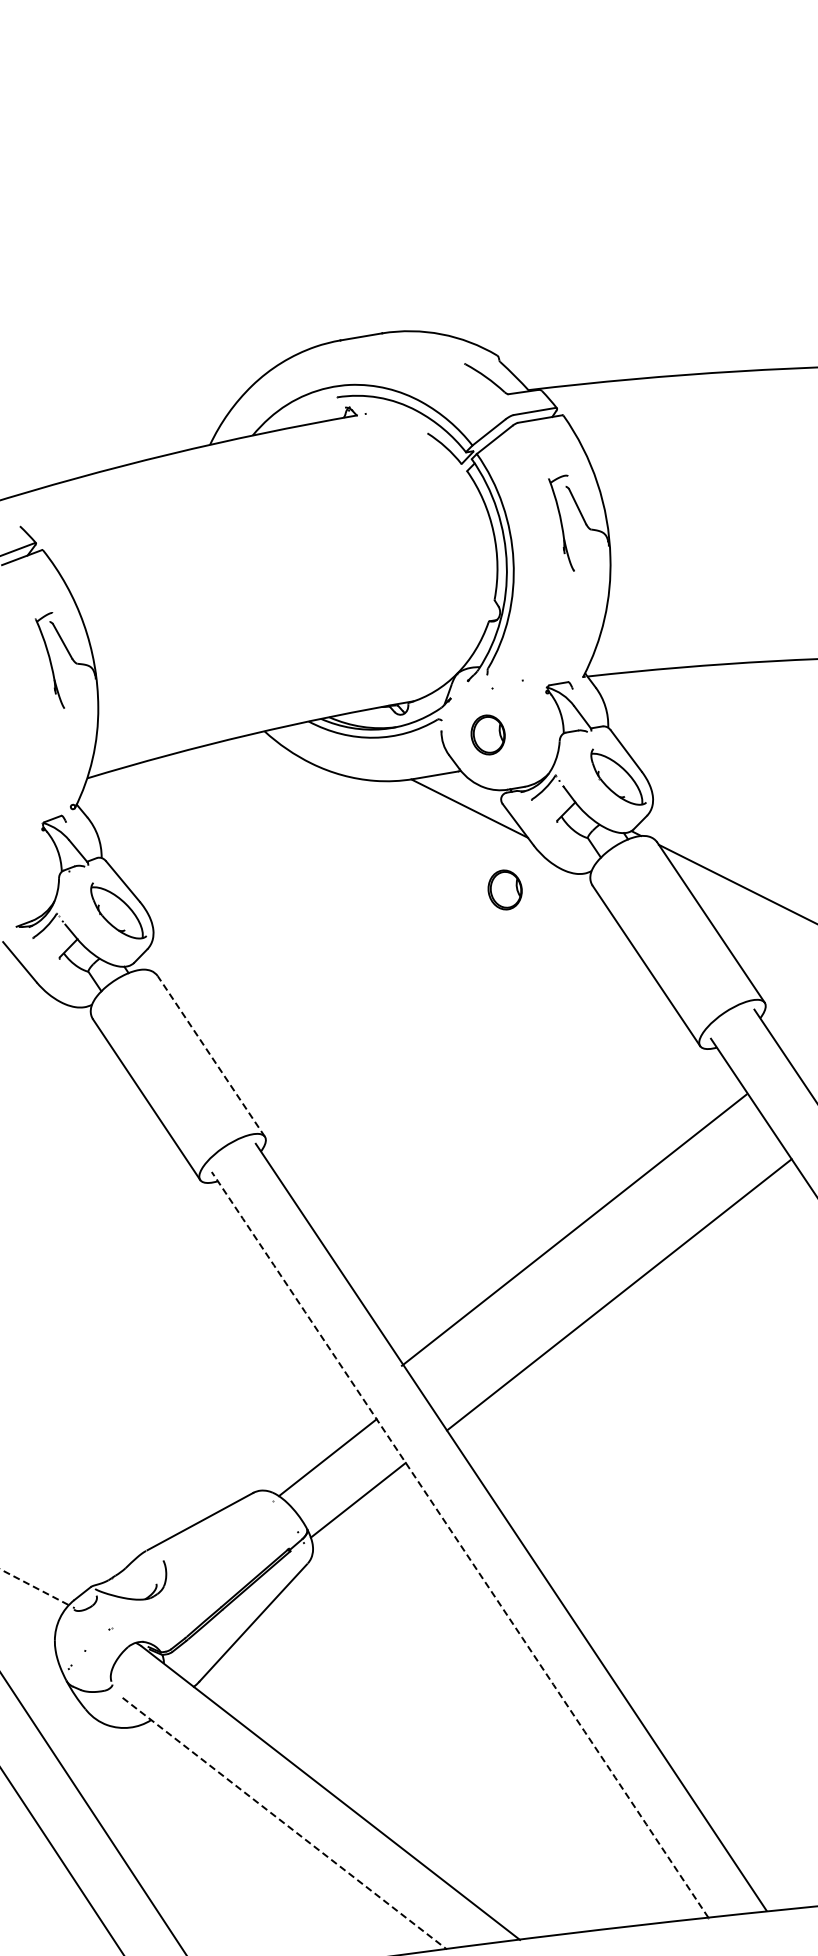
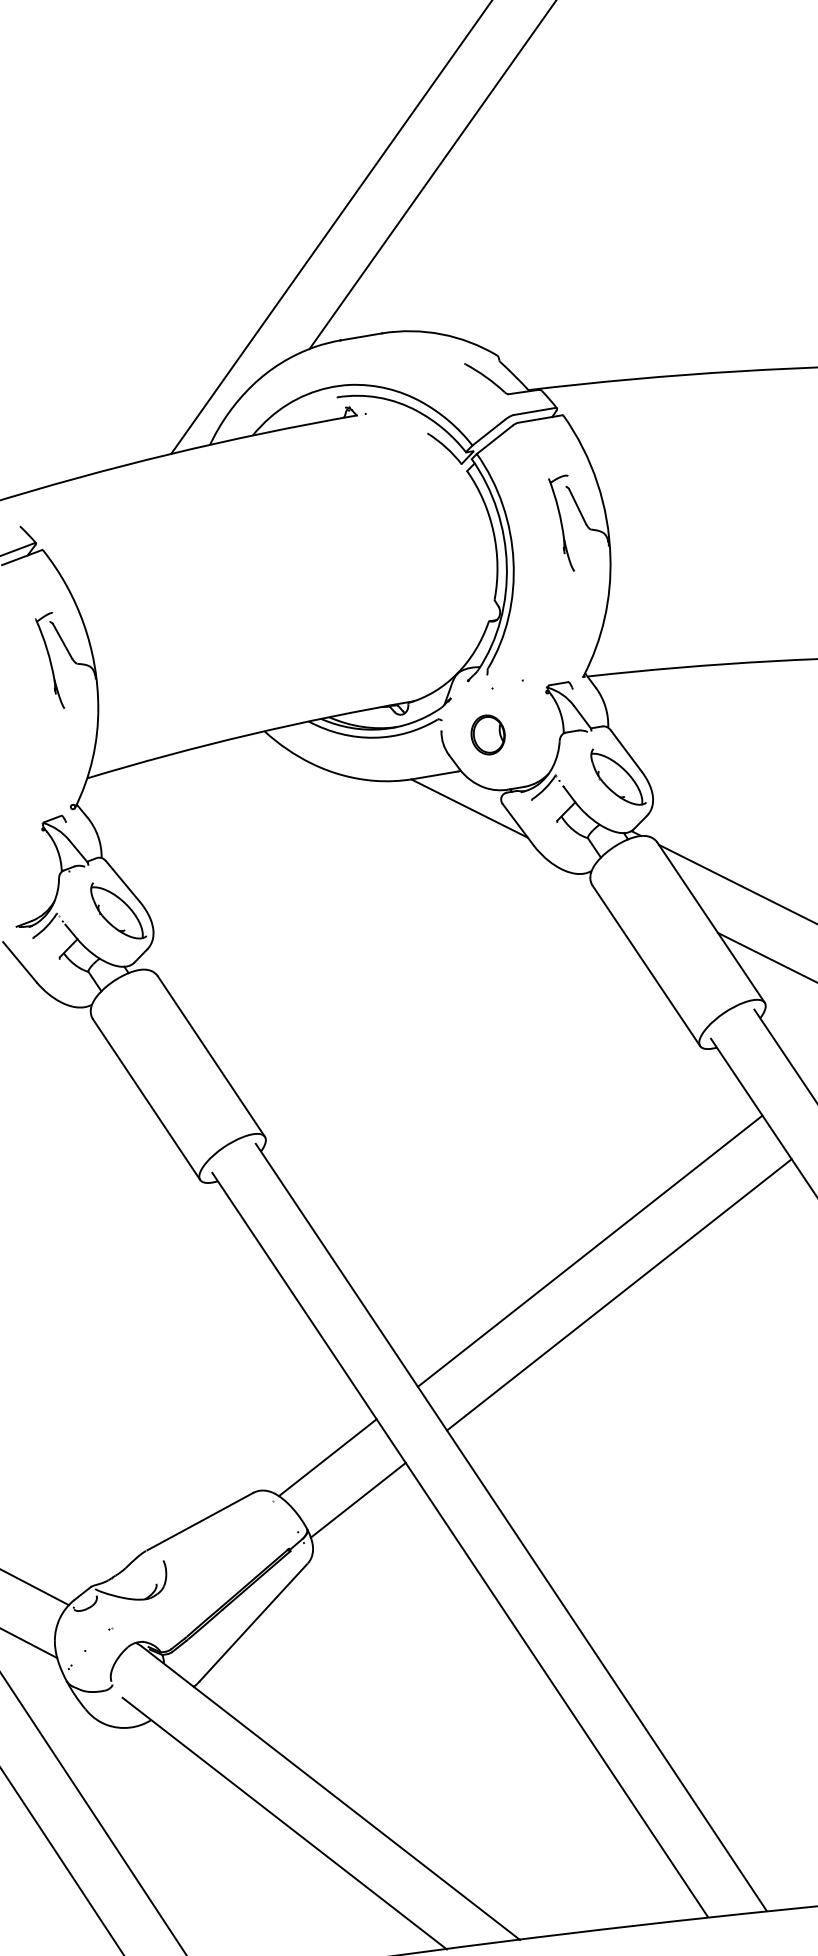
line at (431, 175): none -> present
line at (330, 227): none -> present
part at (504, 889): present -> none
line at (765, 956): none -> present
line at (211, 1056): dashed -> solid
line at (573, 1229) position: (573, 1229) -> (589, 1250)
line at (460, 1544): dashed -> solid
line at (35, 1587): dashed -> solid
line at (29, 1643): none -> present
line at (285, 1823): dashed -> solid
